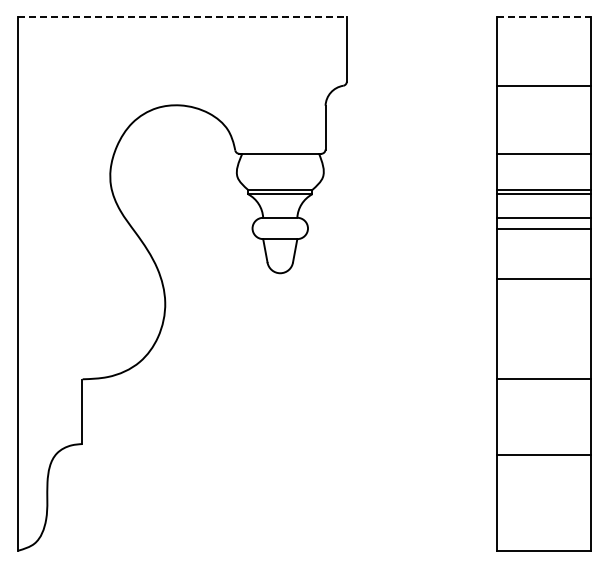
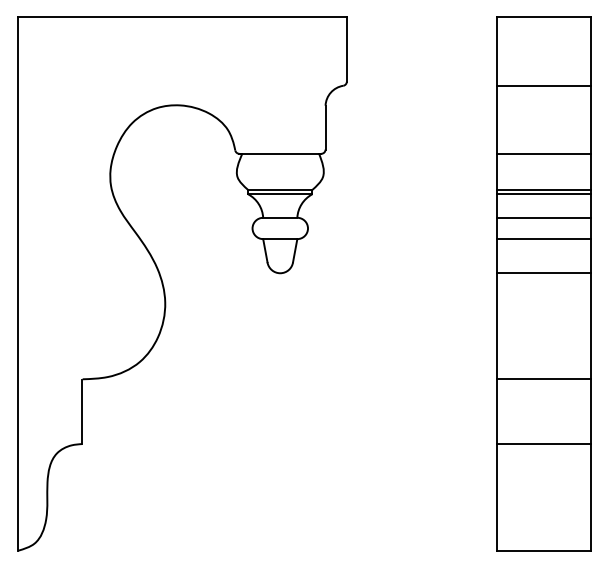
line at (183, 17): dashed -> solid
line at (543, 17): dashed -> solid
line at (543, 229) position: (543, 229) -> (543, 239)
line at (543, 279) position: (543, 279) -> (543, 273)
line at (543, 455) position: (543, 455) -> (543, 444)
